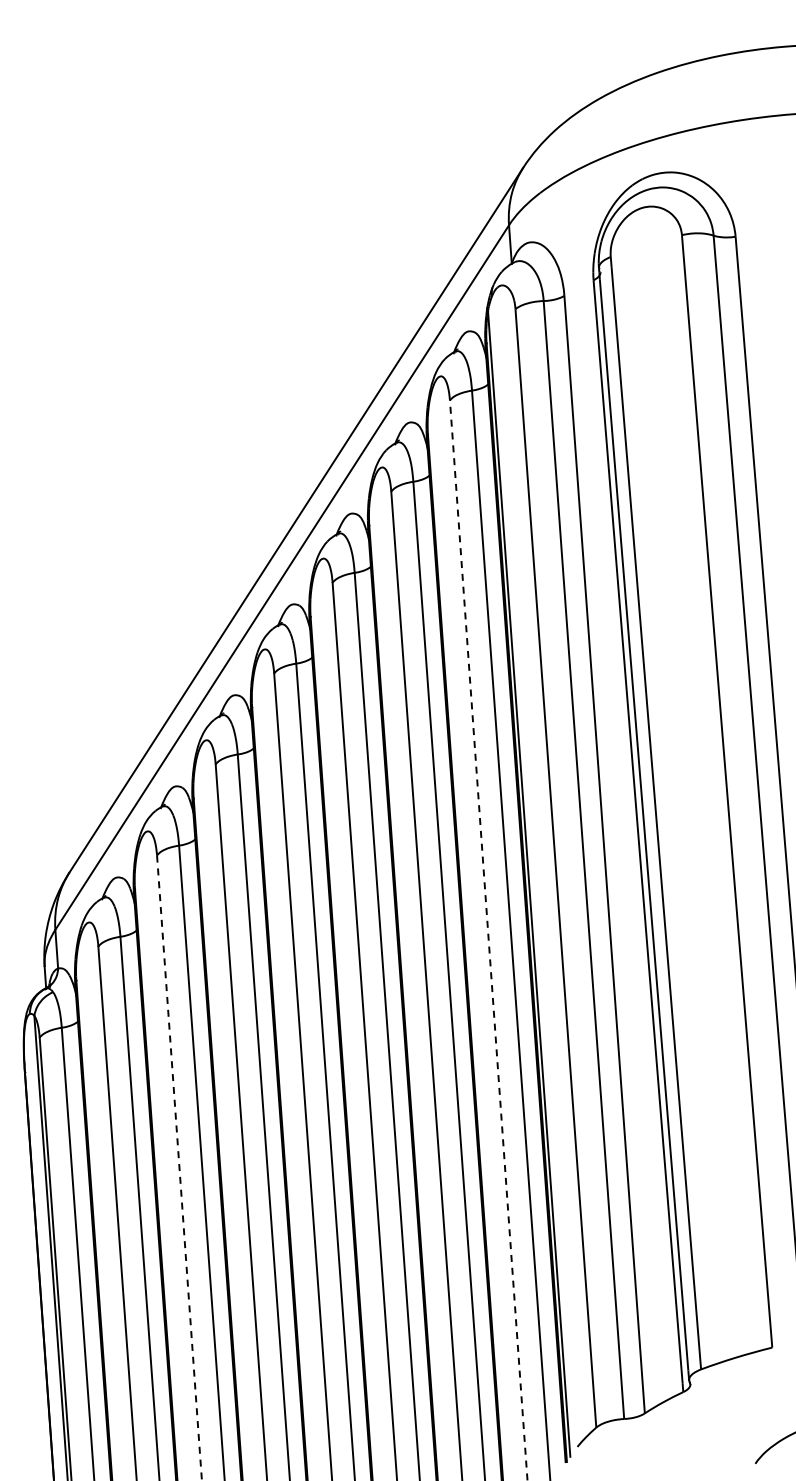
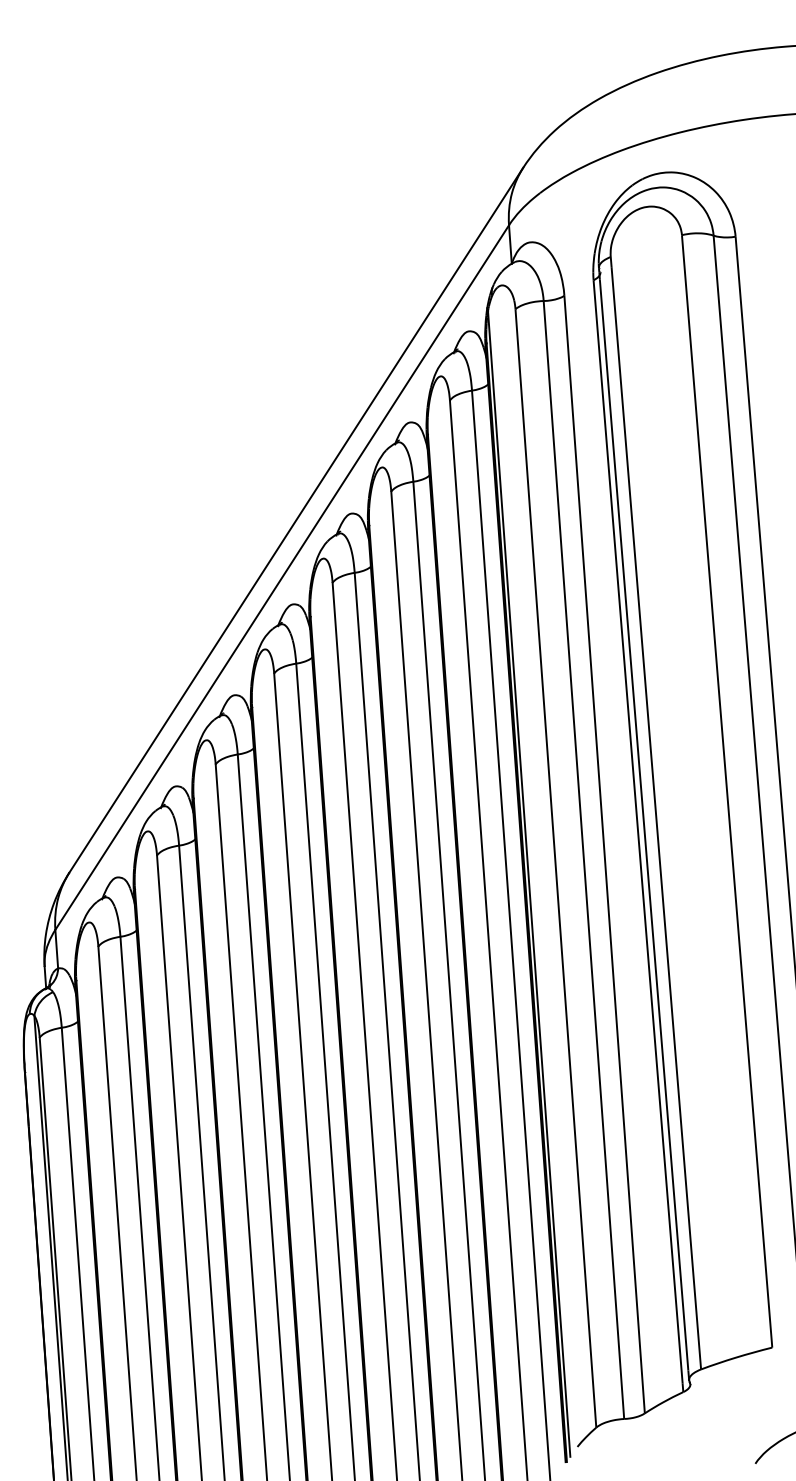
line at (488, 939): dashed -> solid
line at (179, 1168): dashed -> solid
